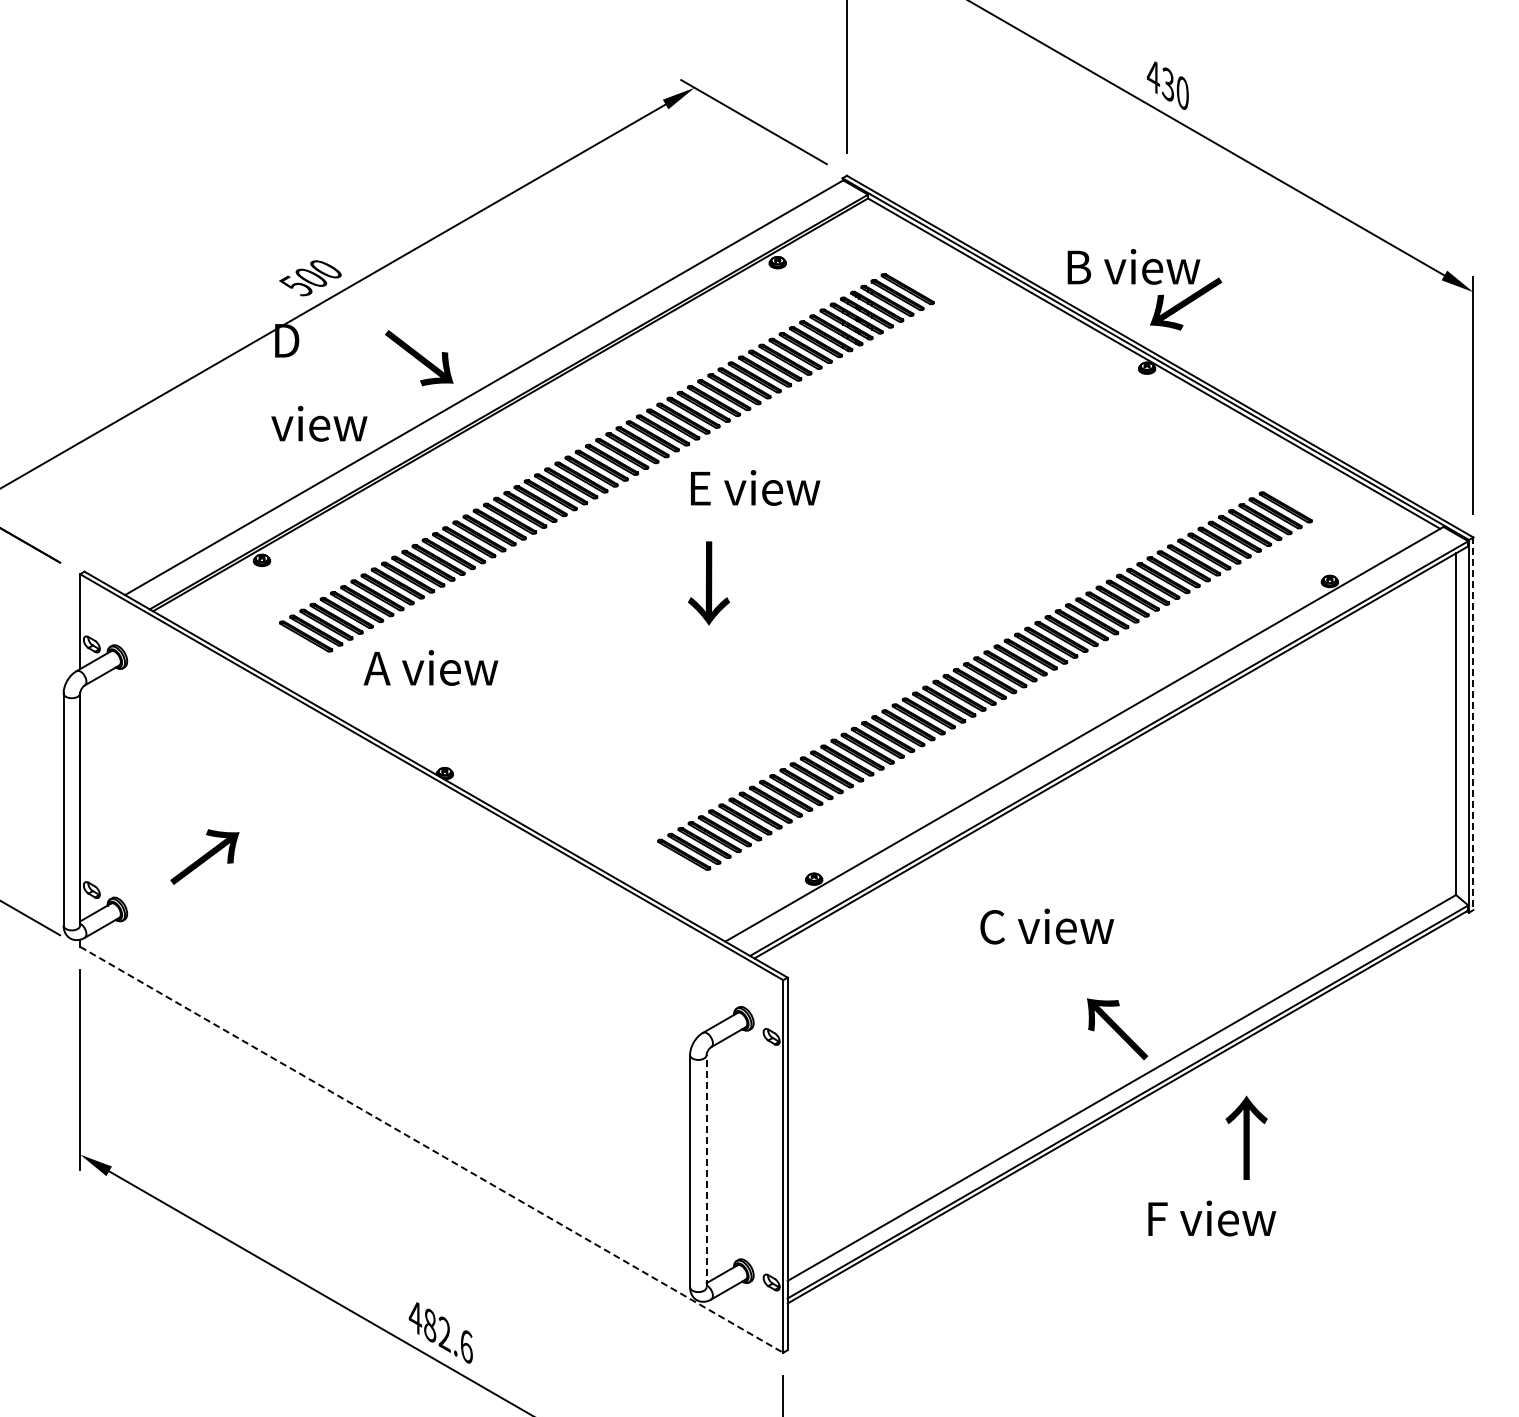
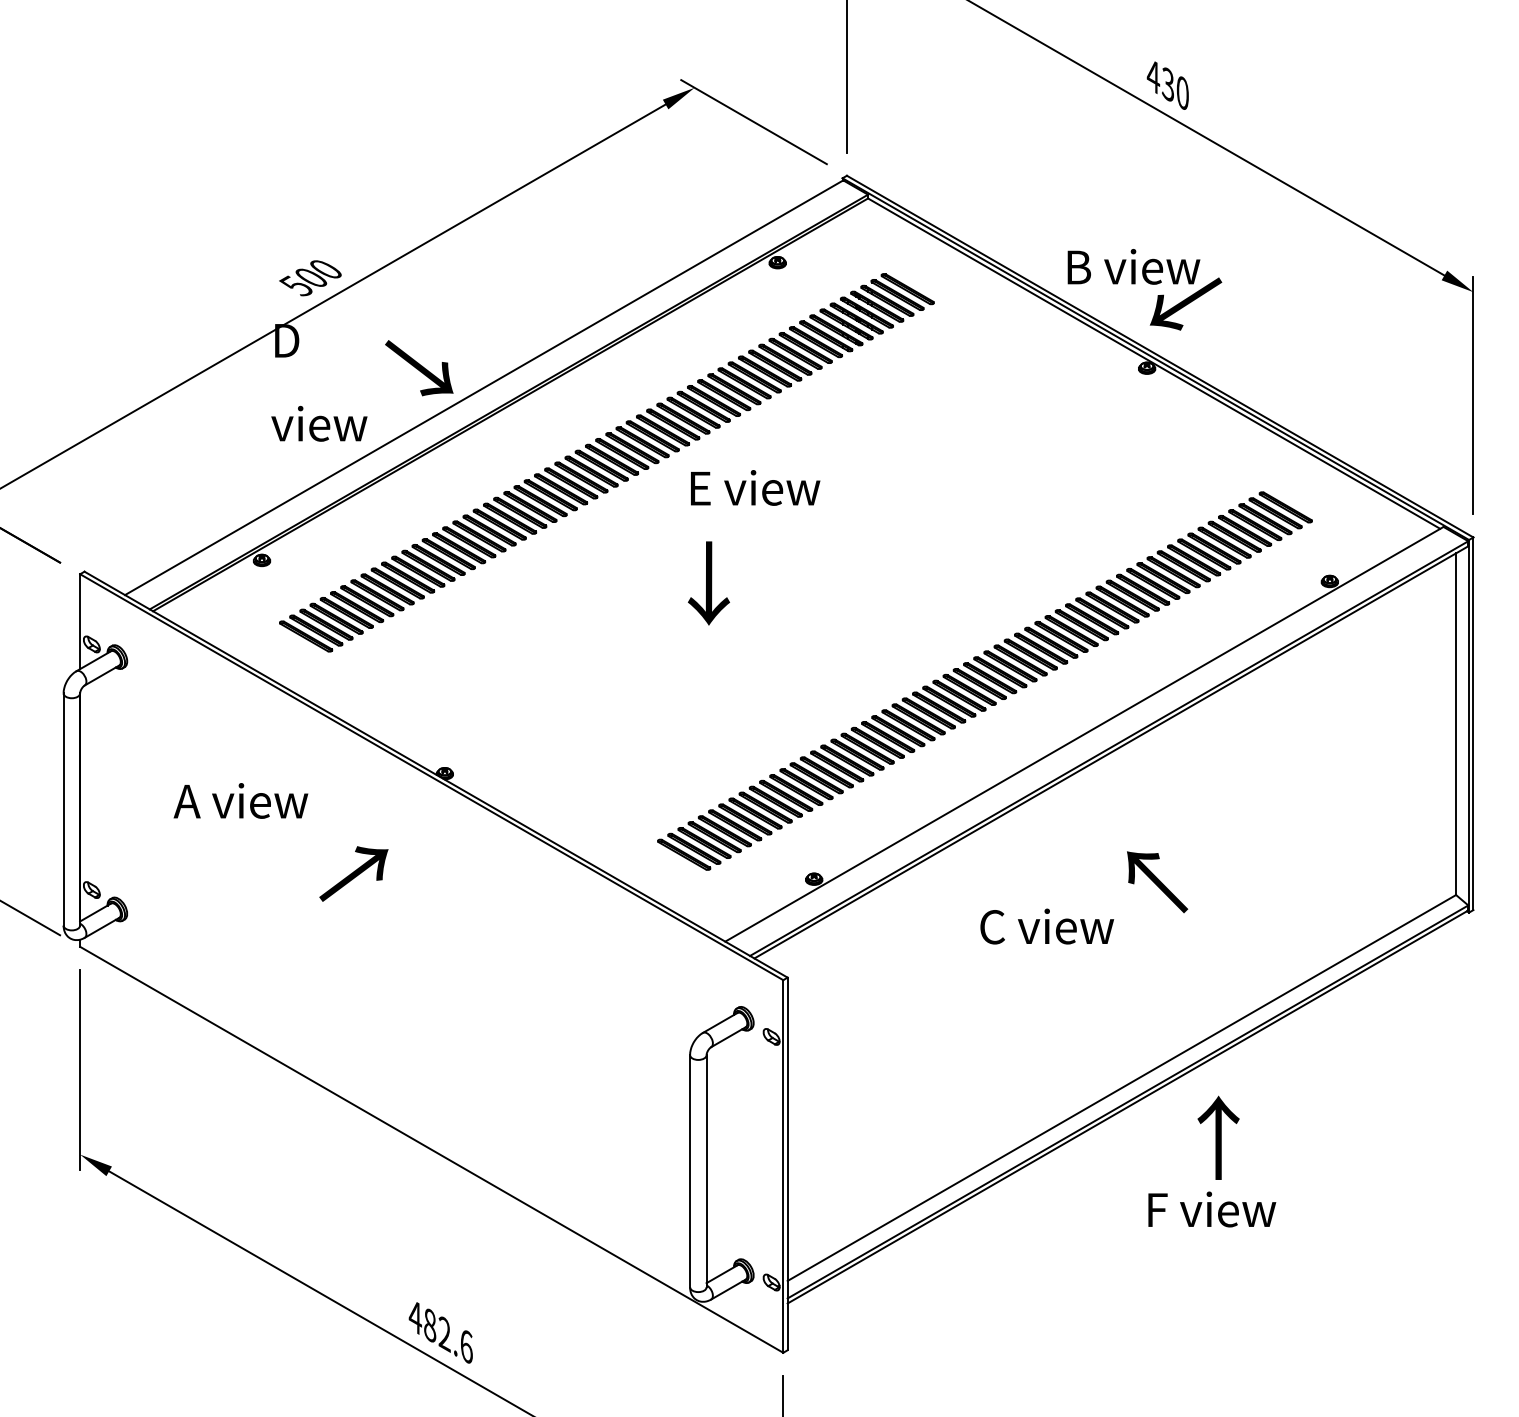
text at (419, 358) position: (419, 358) -> (419, 368)
text at (430, 667) position: (430, 667) -> (240, 800)
line at (1473, 724): dashed -> solid
text at (204, 856) position: (204, 856) -> (353, 873)
text at (1117, 1029) position: (1117, 1029) -> (1157, 882)
text at (1246, 1137) position: (1246, 1137) -> (1218, 1137)
line at (431, 1149): dashed -> solid
line at (706, 1170): dashed -> solid
text at (1212, 1218) position: (1212, 1218) -> (1212, 1209)
